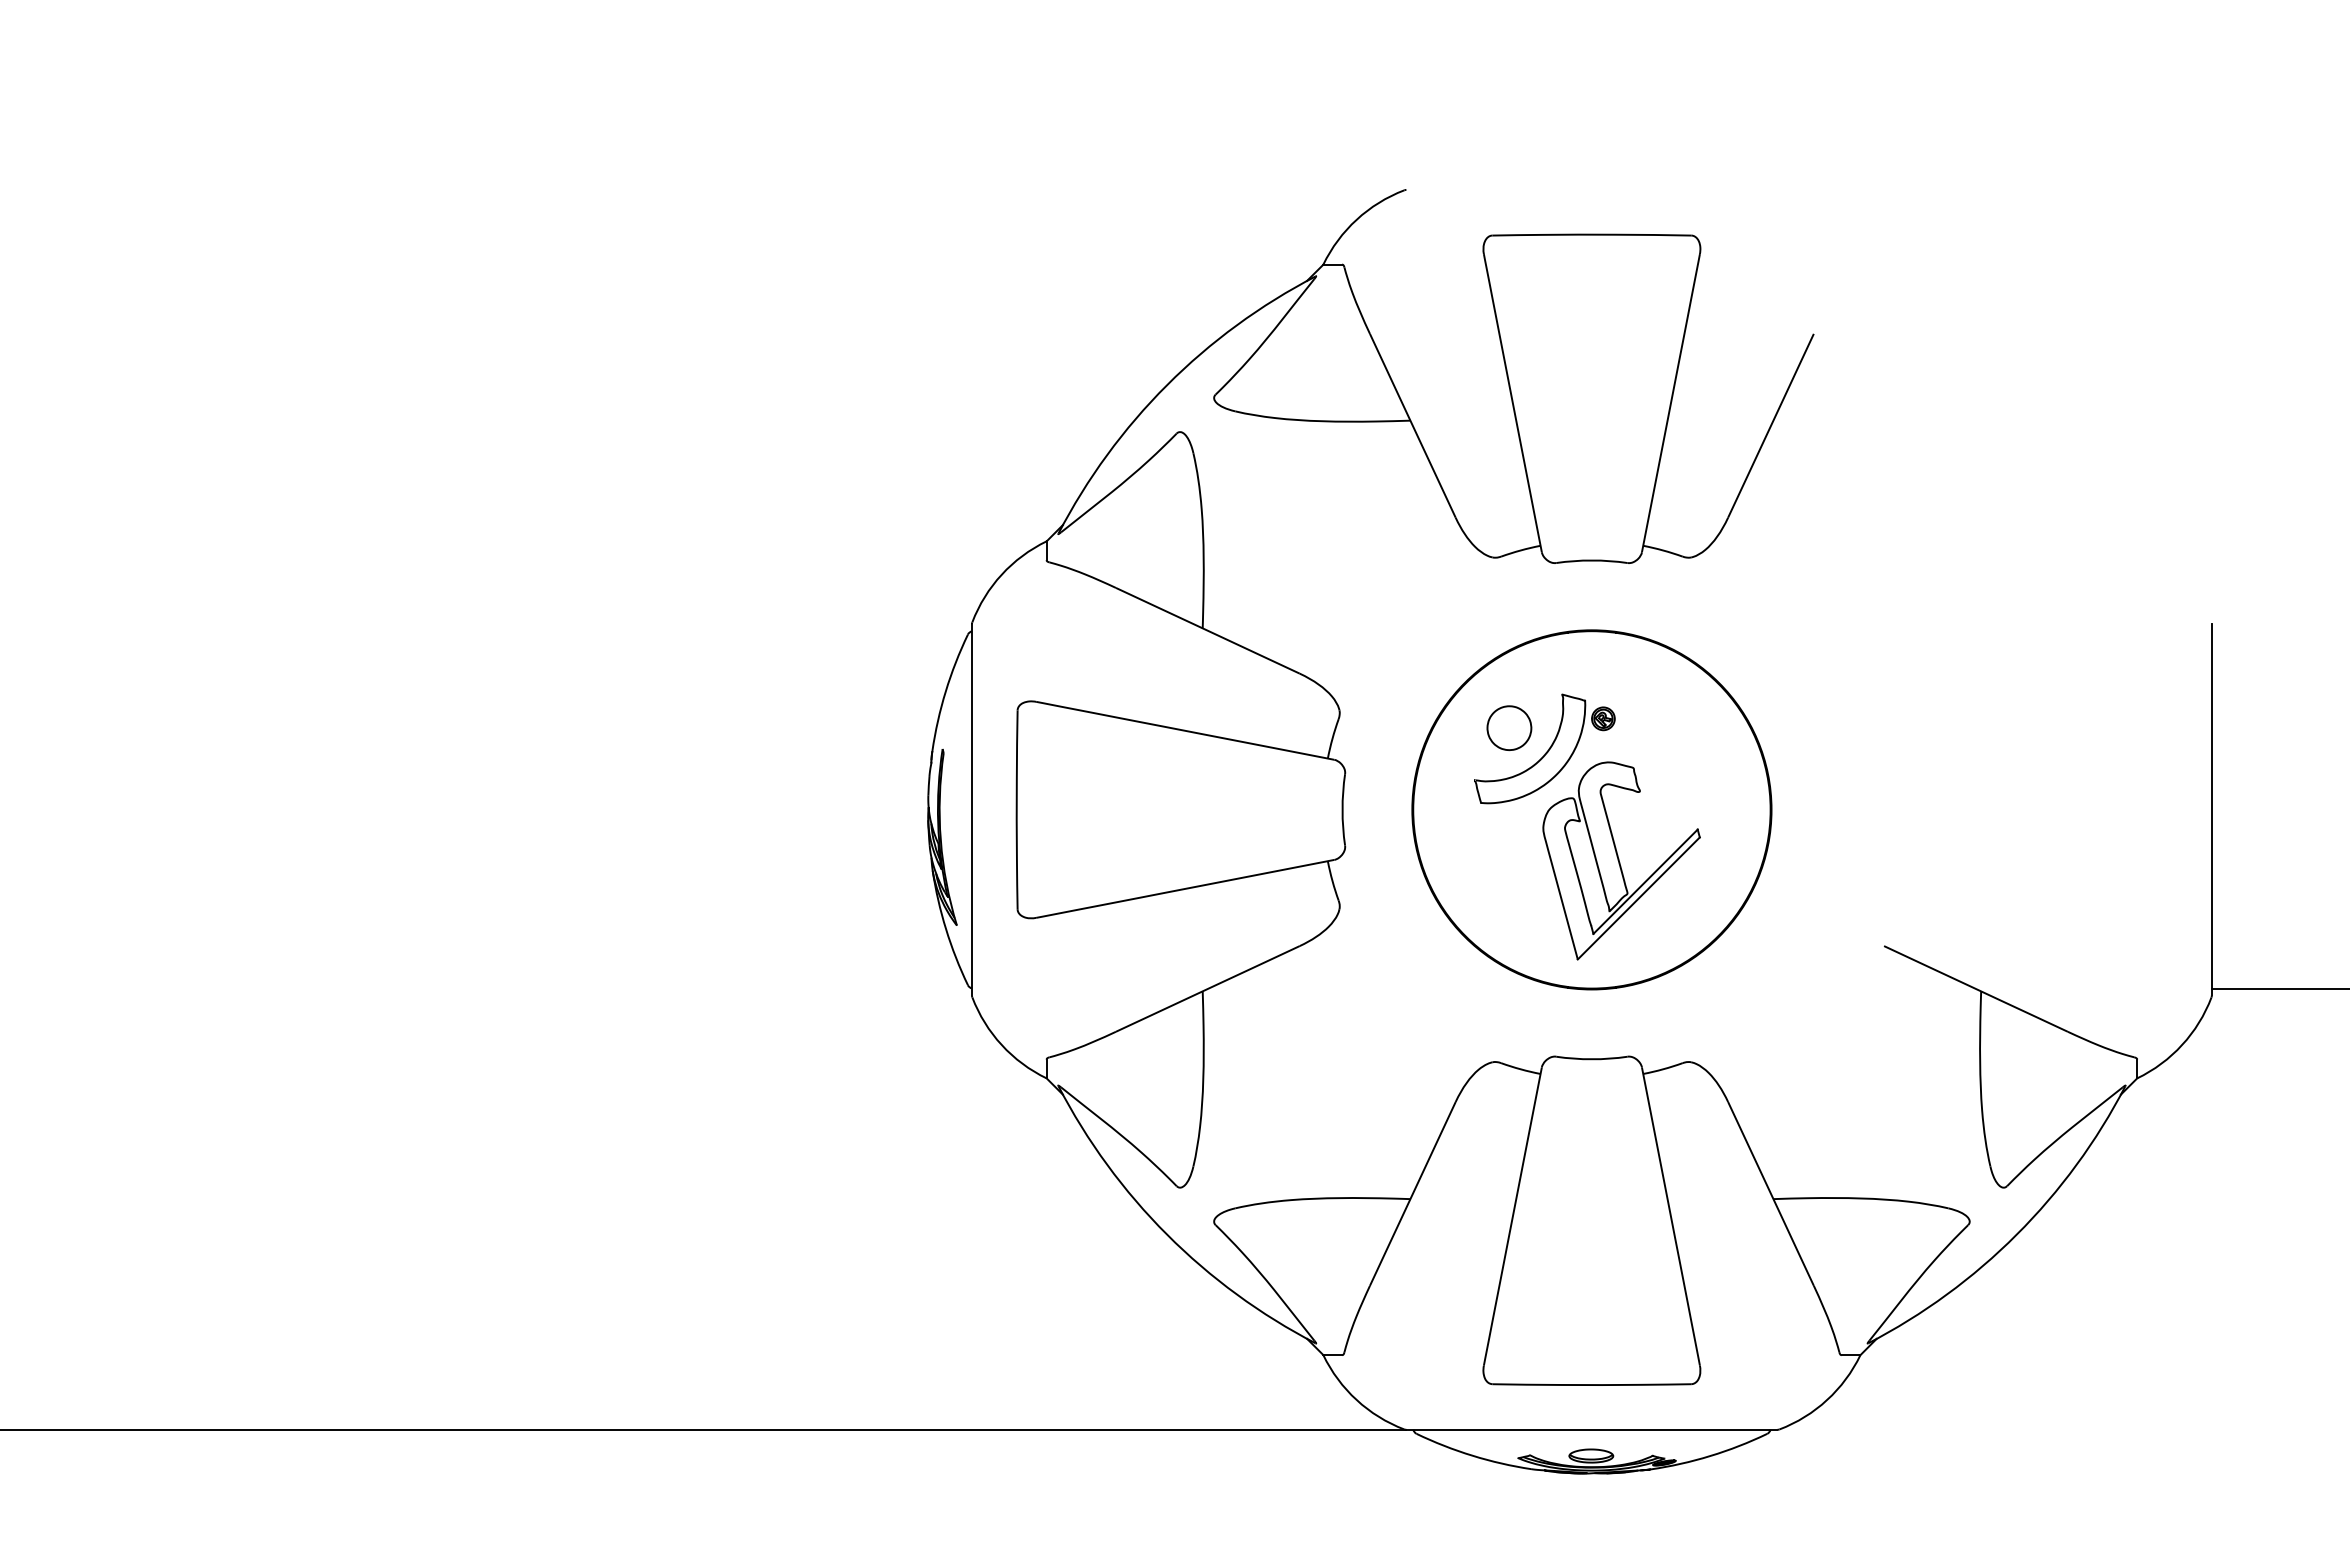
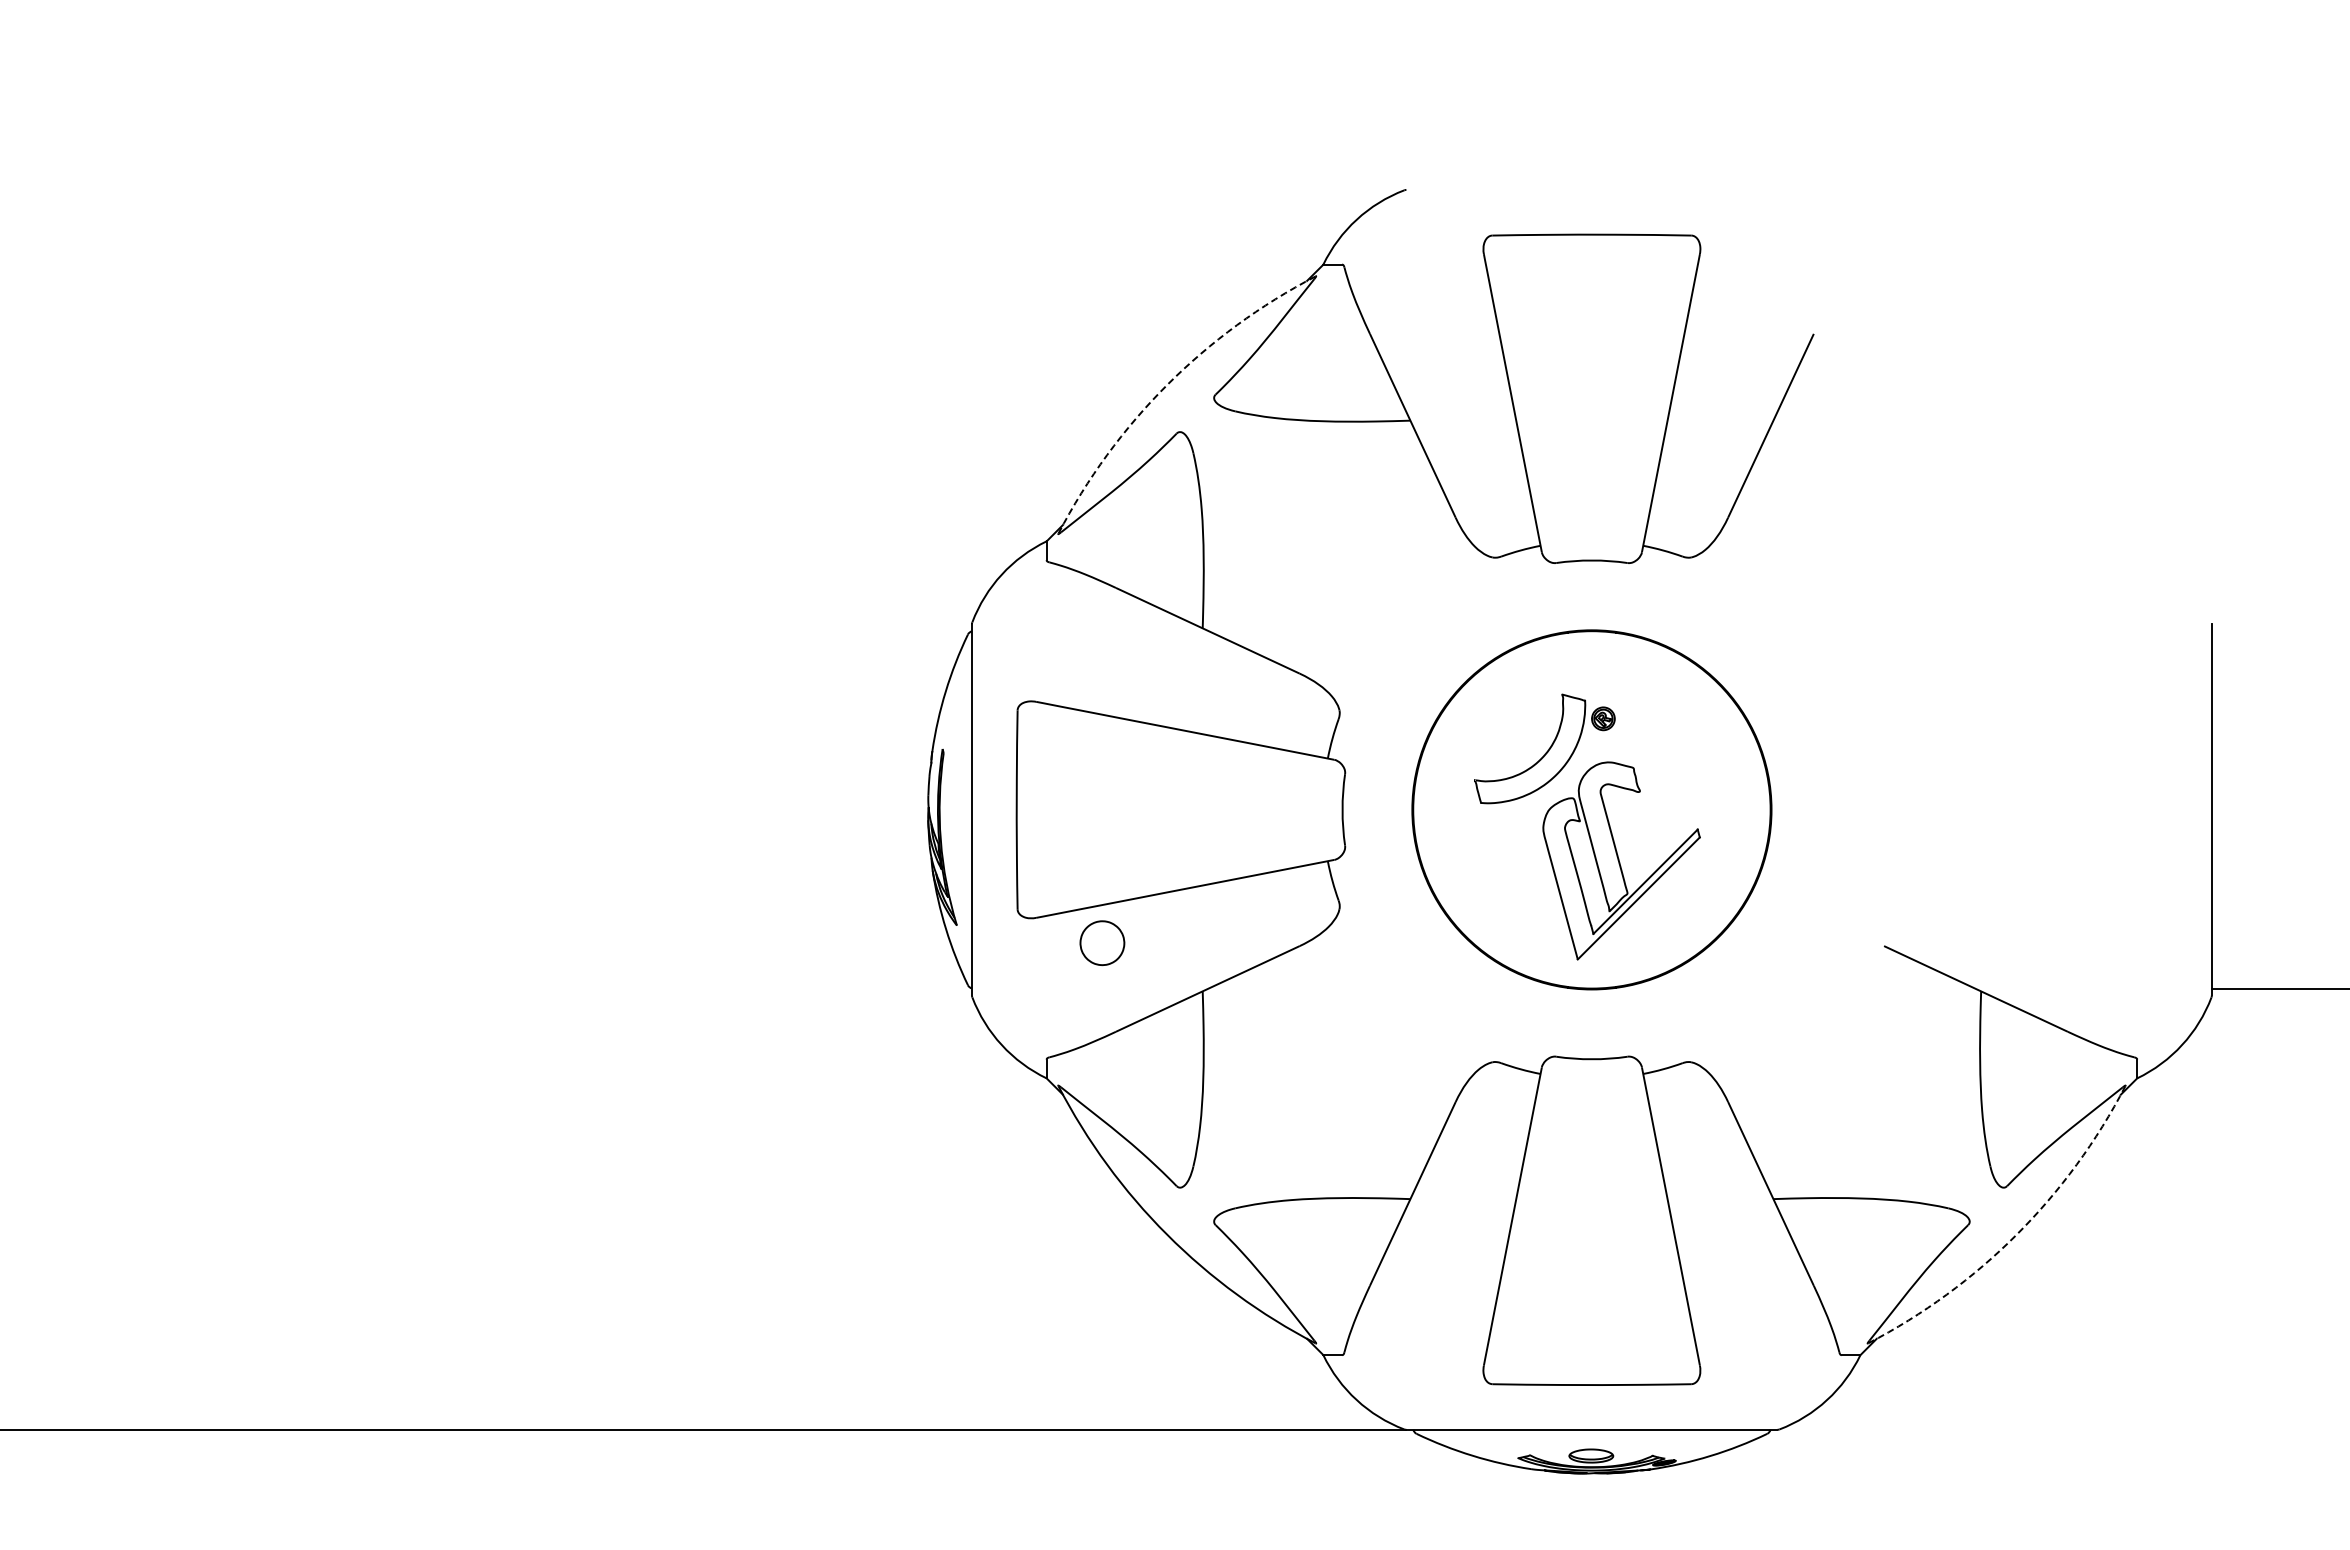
arc at (1167, 385): solid -> dashed
part at (1509, 727) position: (1509, 727) -> (1102, 942)
arc at (2016, 1234): solid -> dashed
